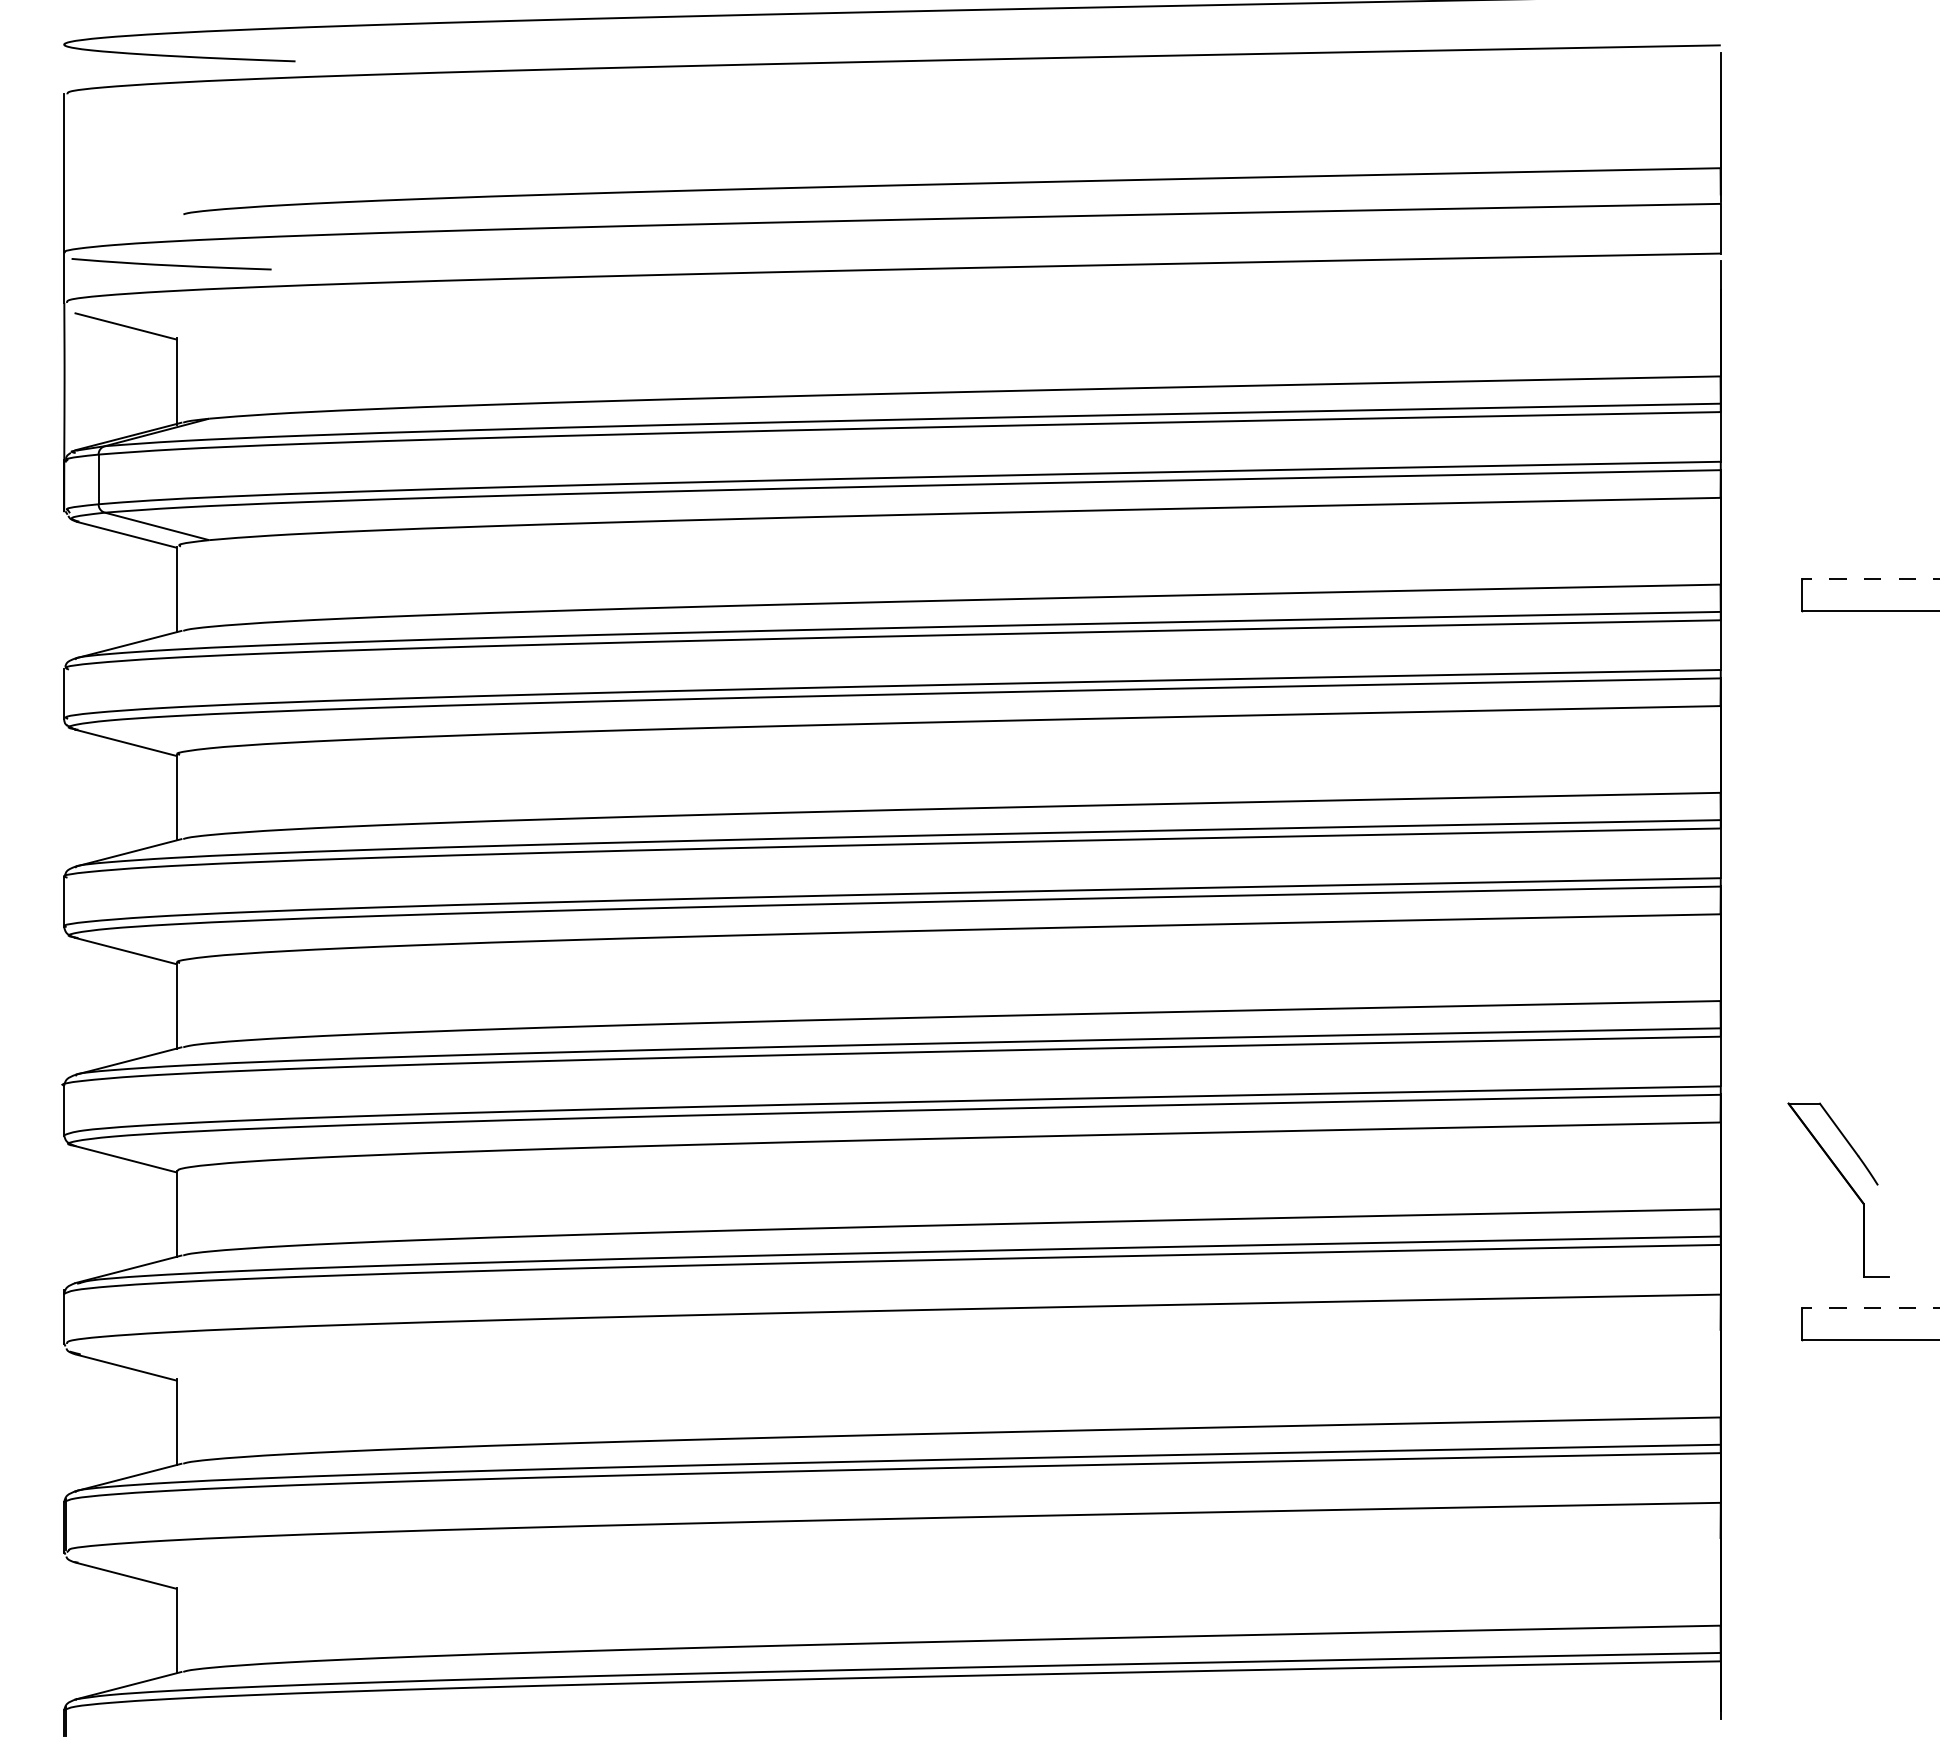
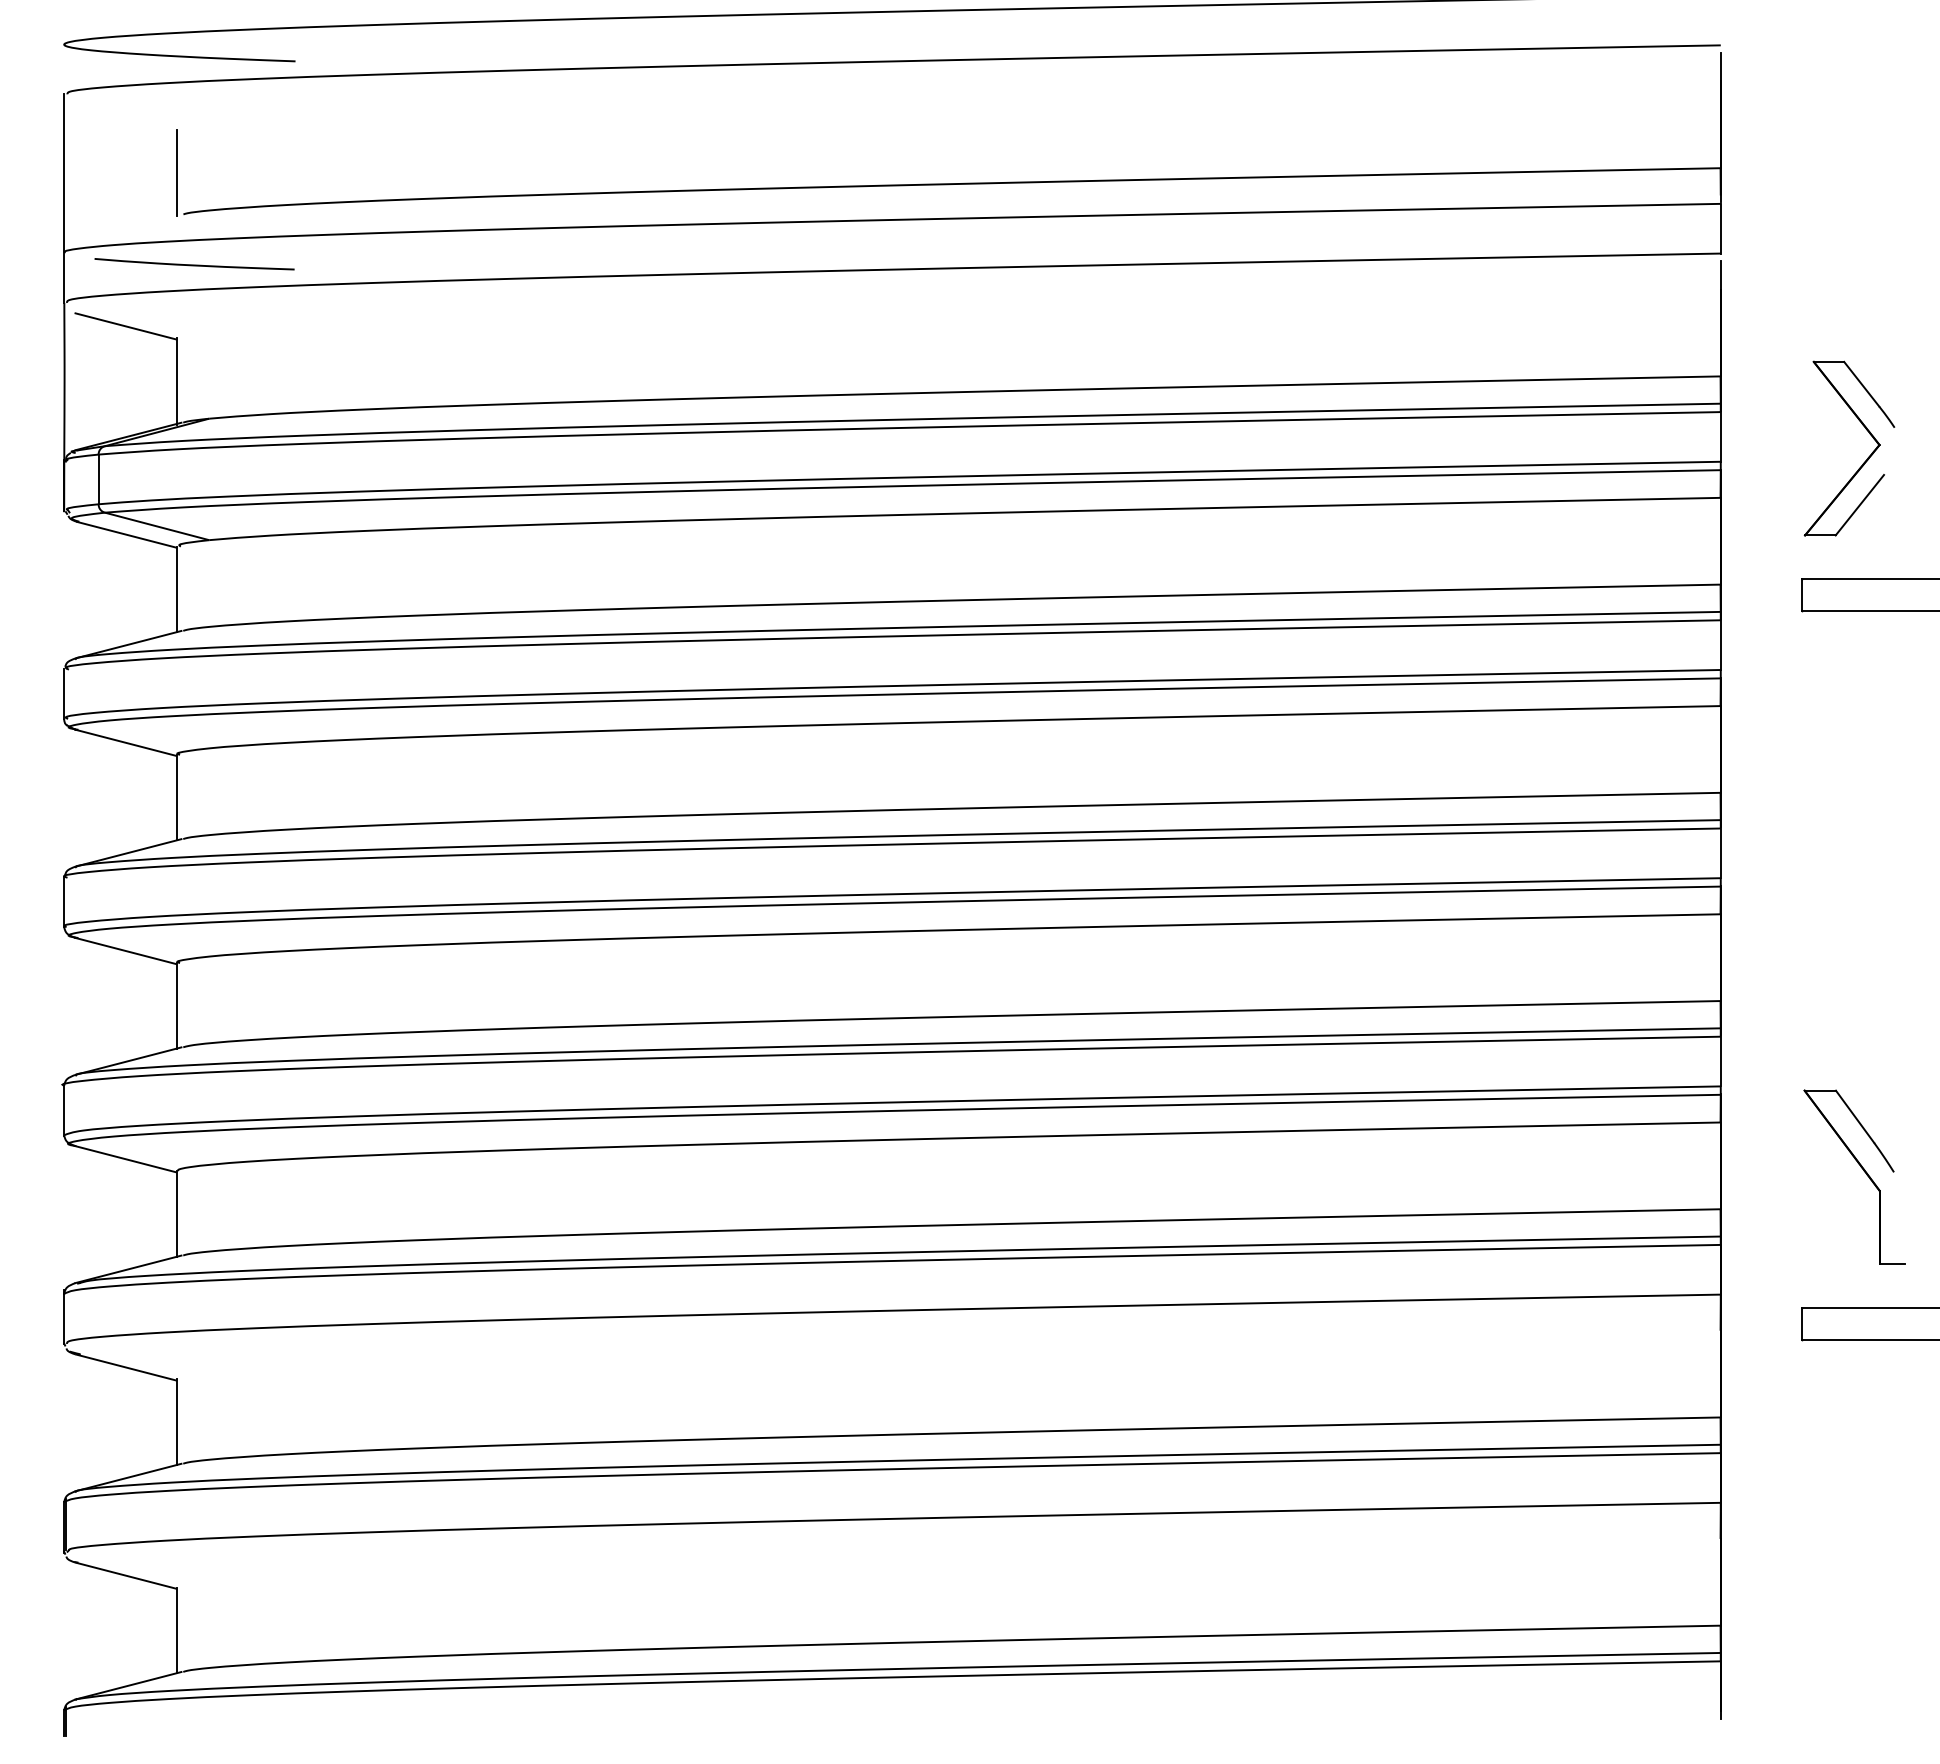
line at (176, 172): none -> present
curve at (171, 264) position: (171, 264) -> (194, 264)
part at (1863, 462): none -> present
line at (1870, 578): dashed -> solid
part at (1847, 1184) position: (1847, 1184) -> (1863, 1171)
line at (1870, 1307): dashed -> solid
